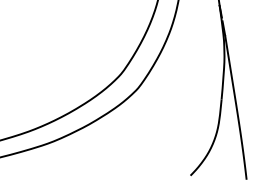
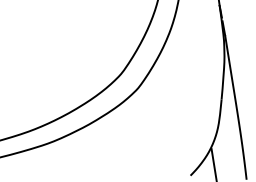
line at (213, 163): none -> present
